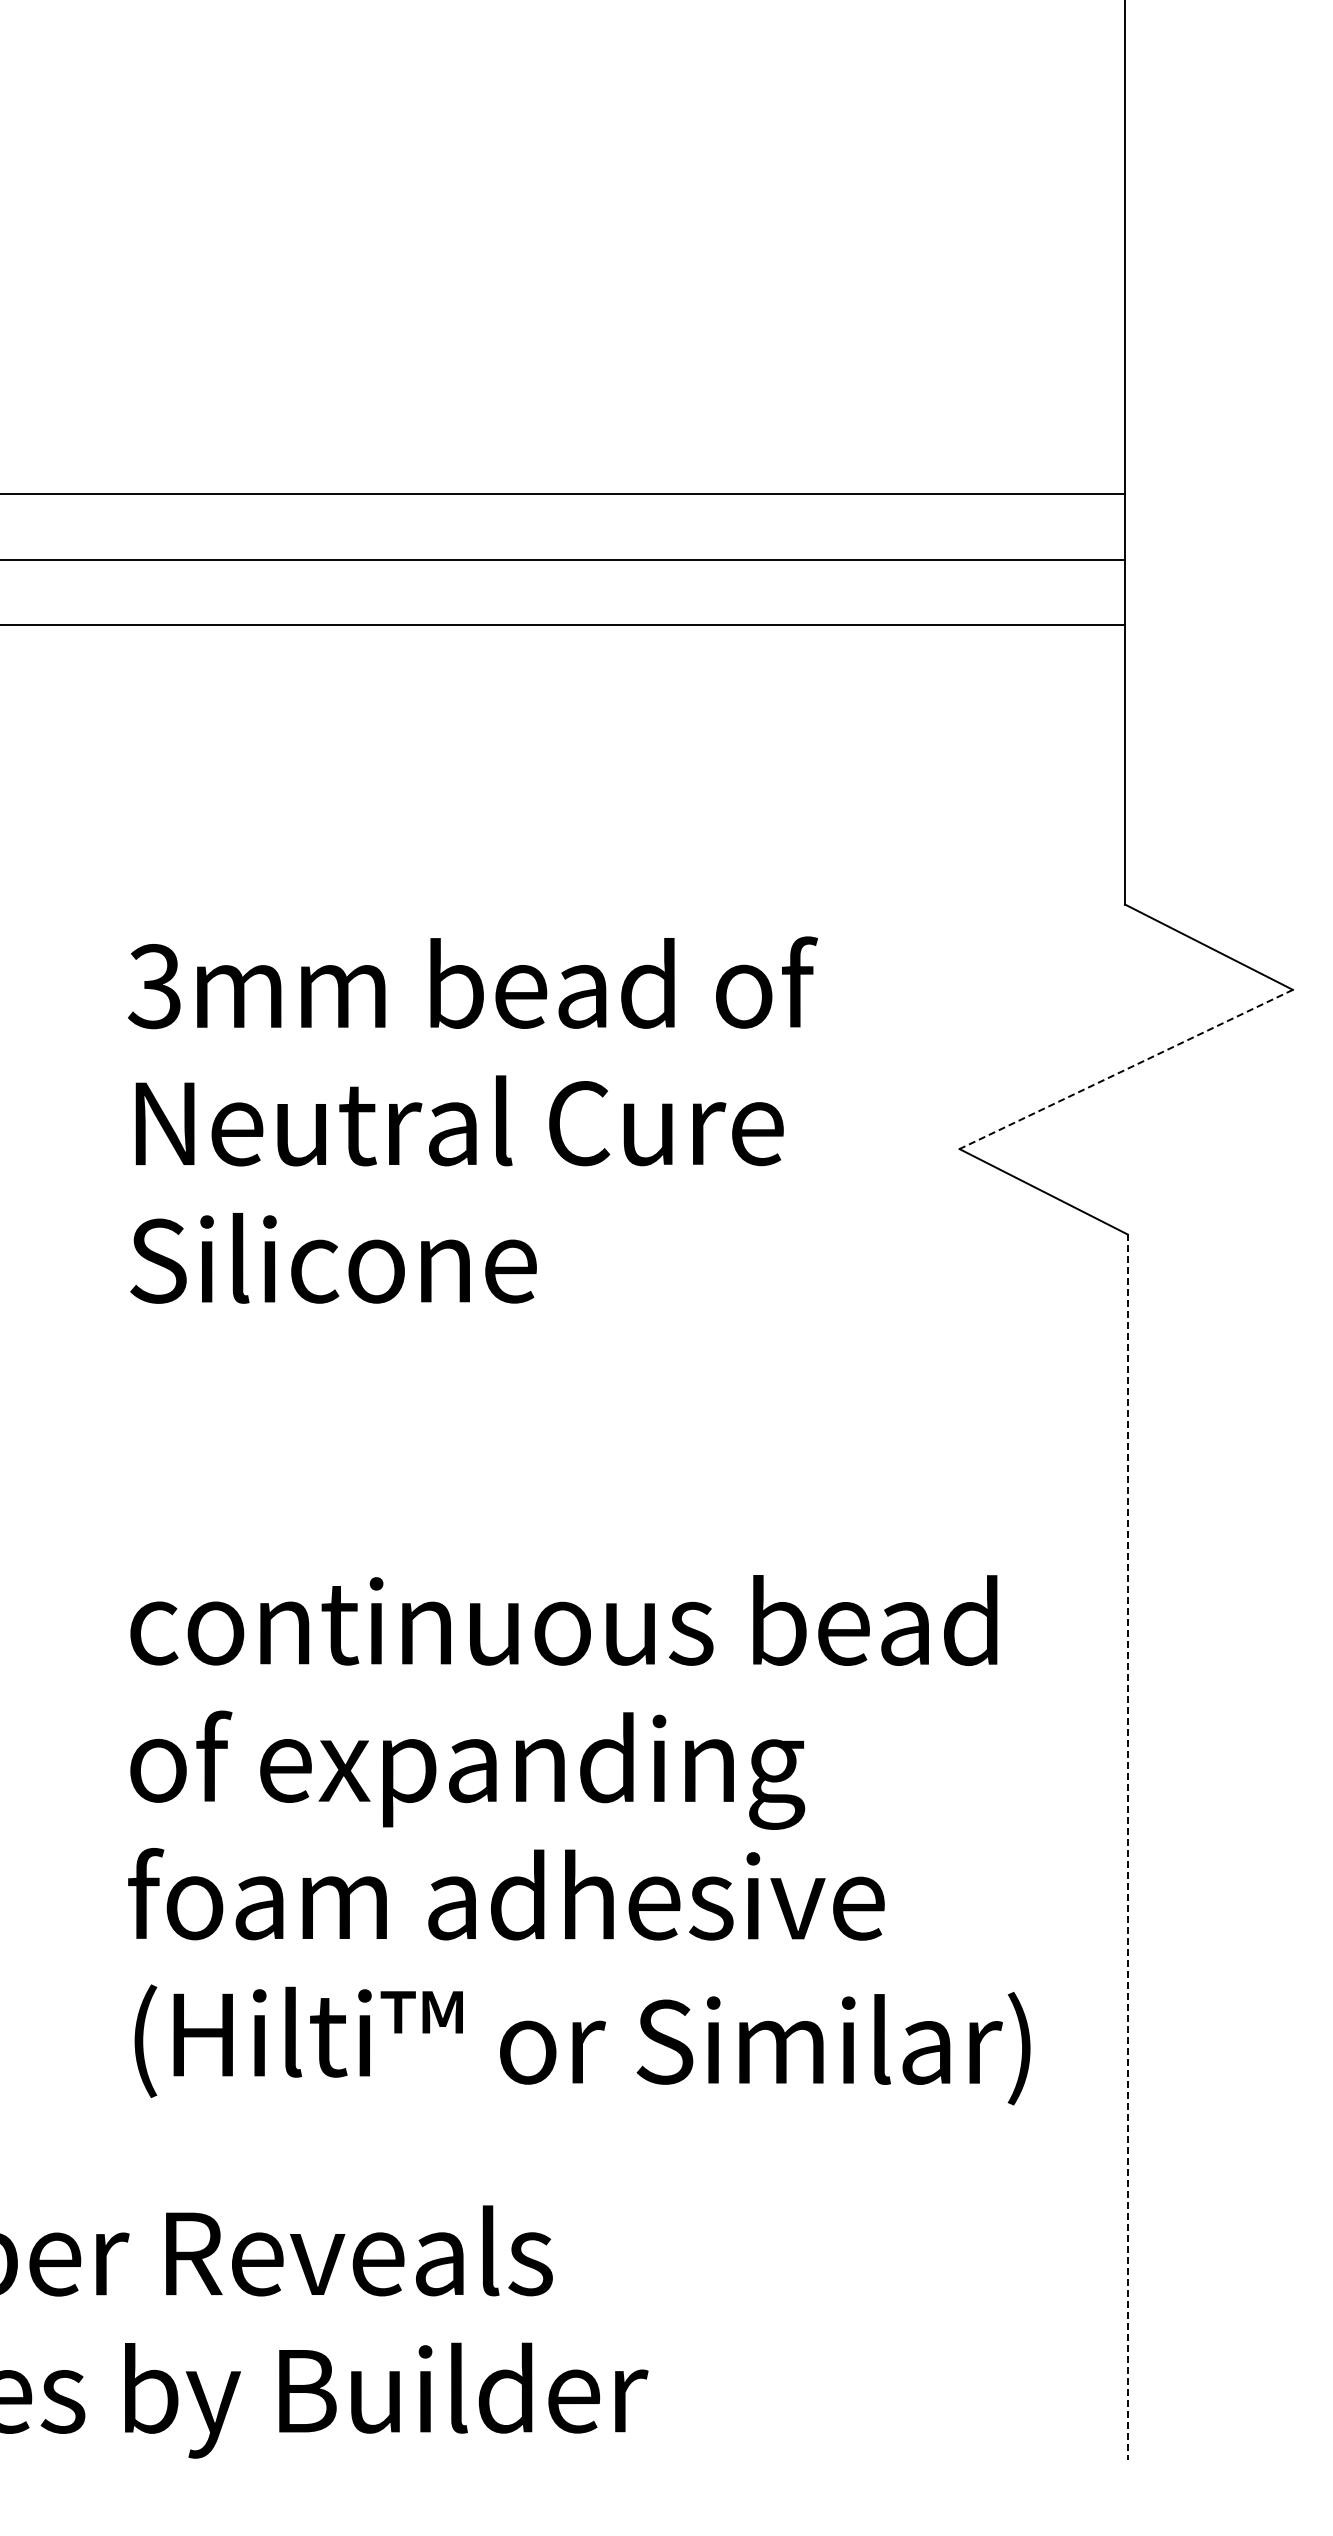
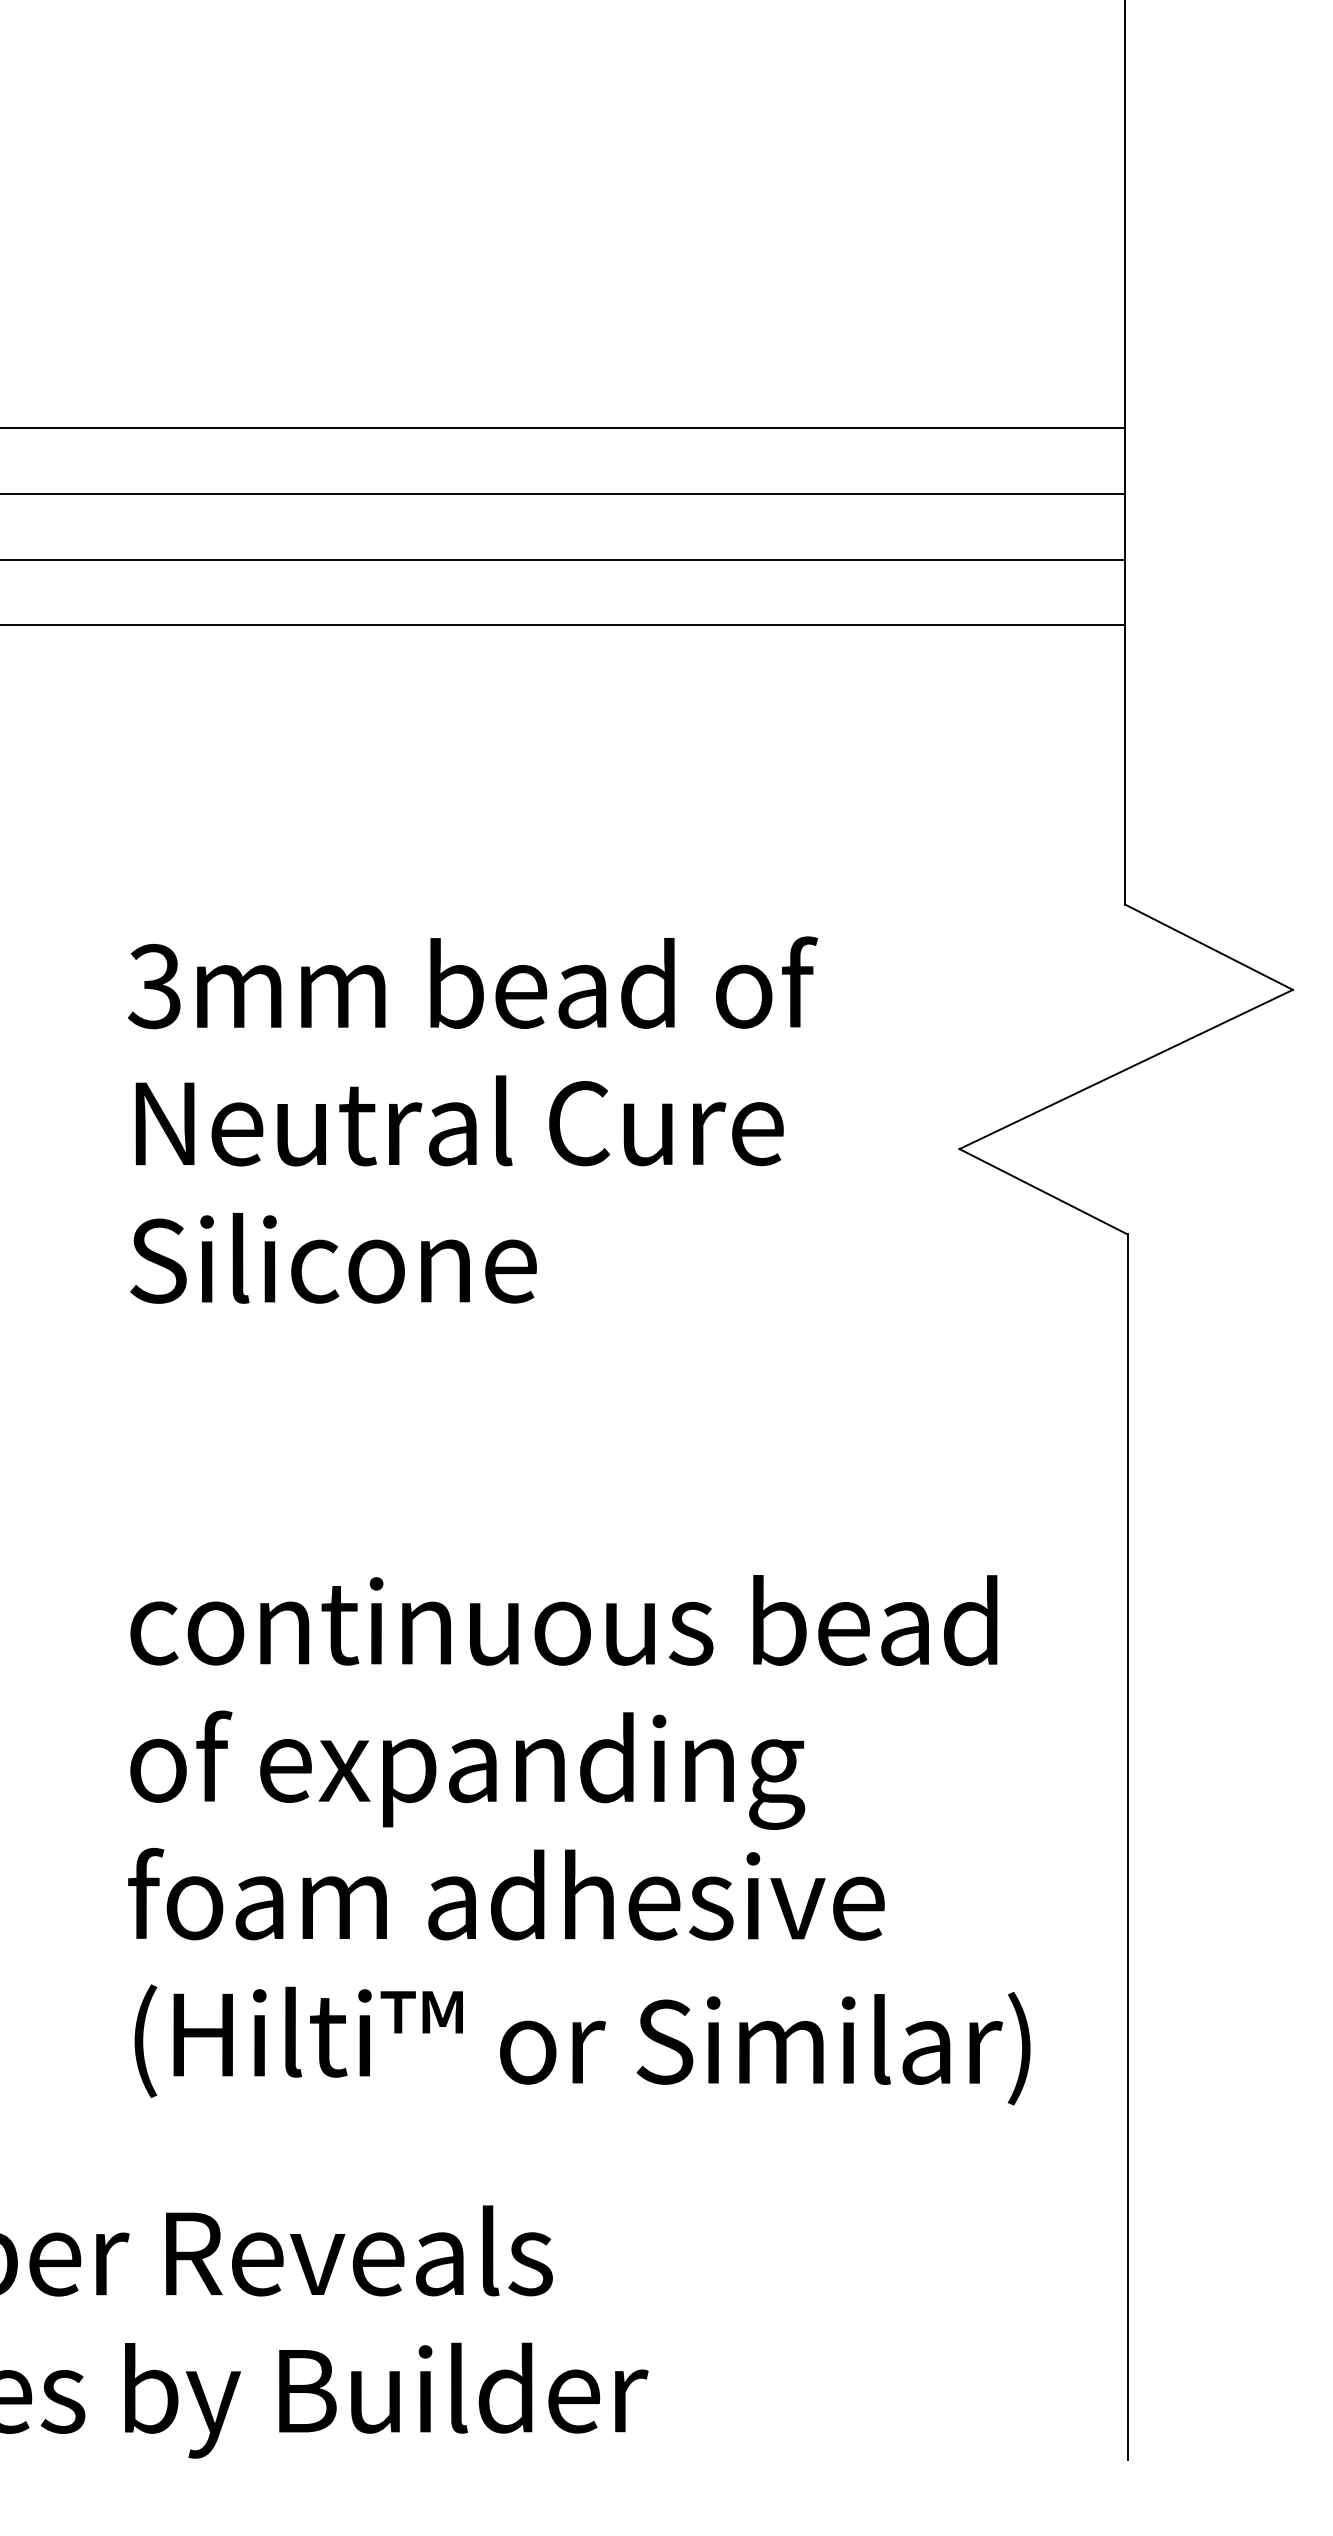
line at (563, 427): none -> present
line at (1126, 1069): dashed -> solid
line at (1127, 1847): dashed -> solid
